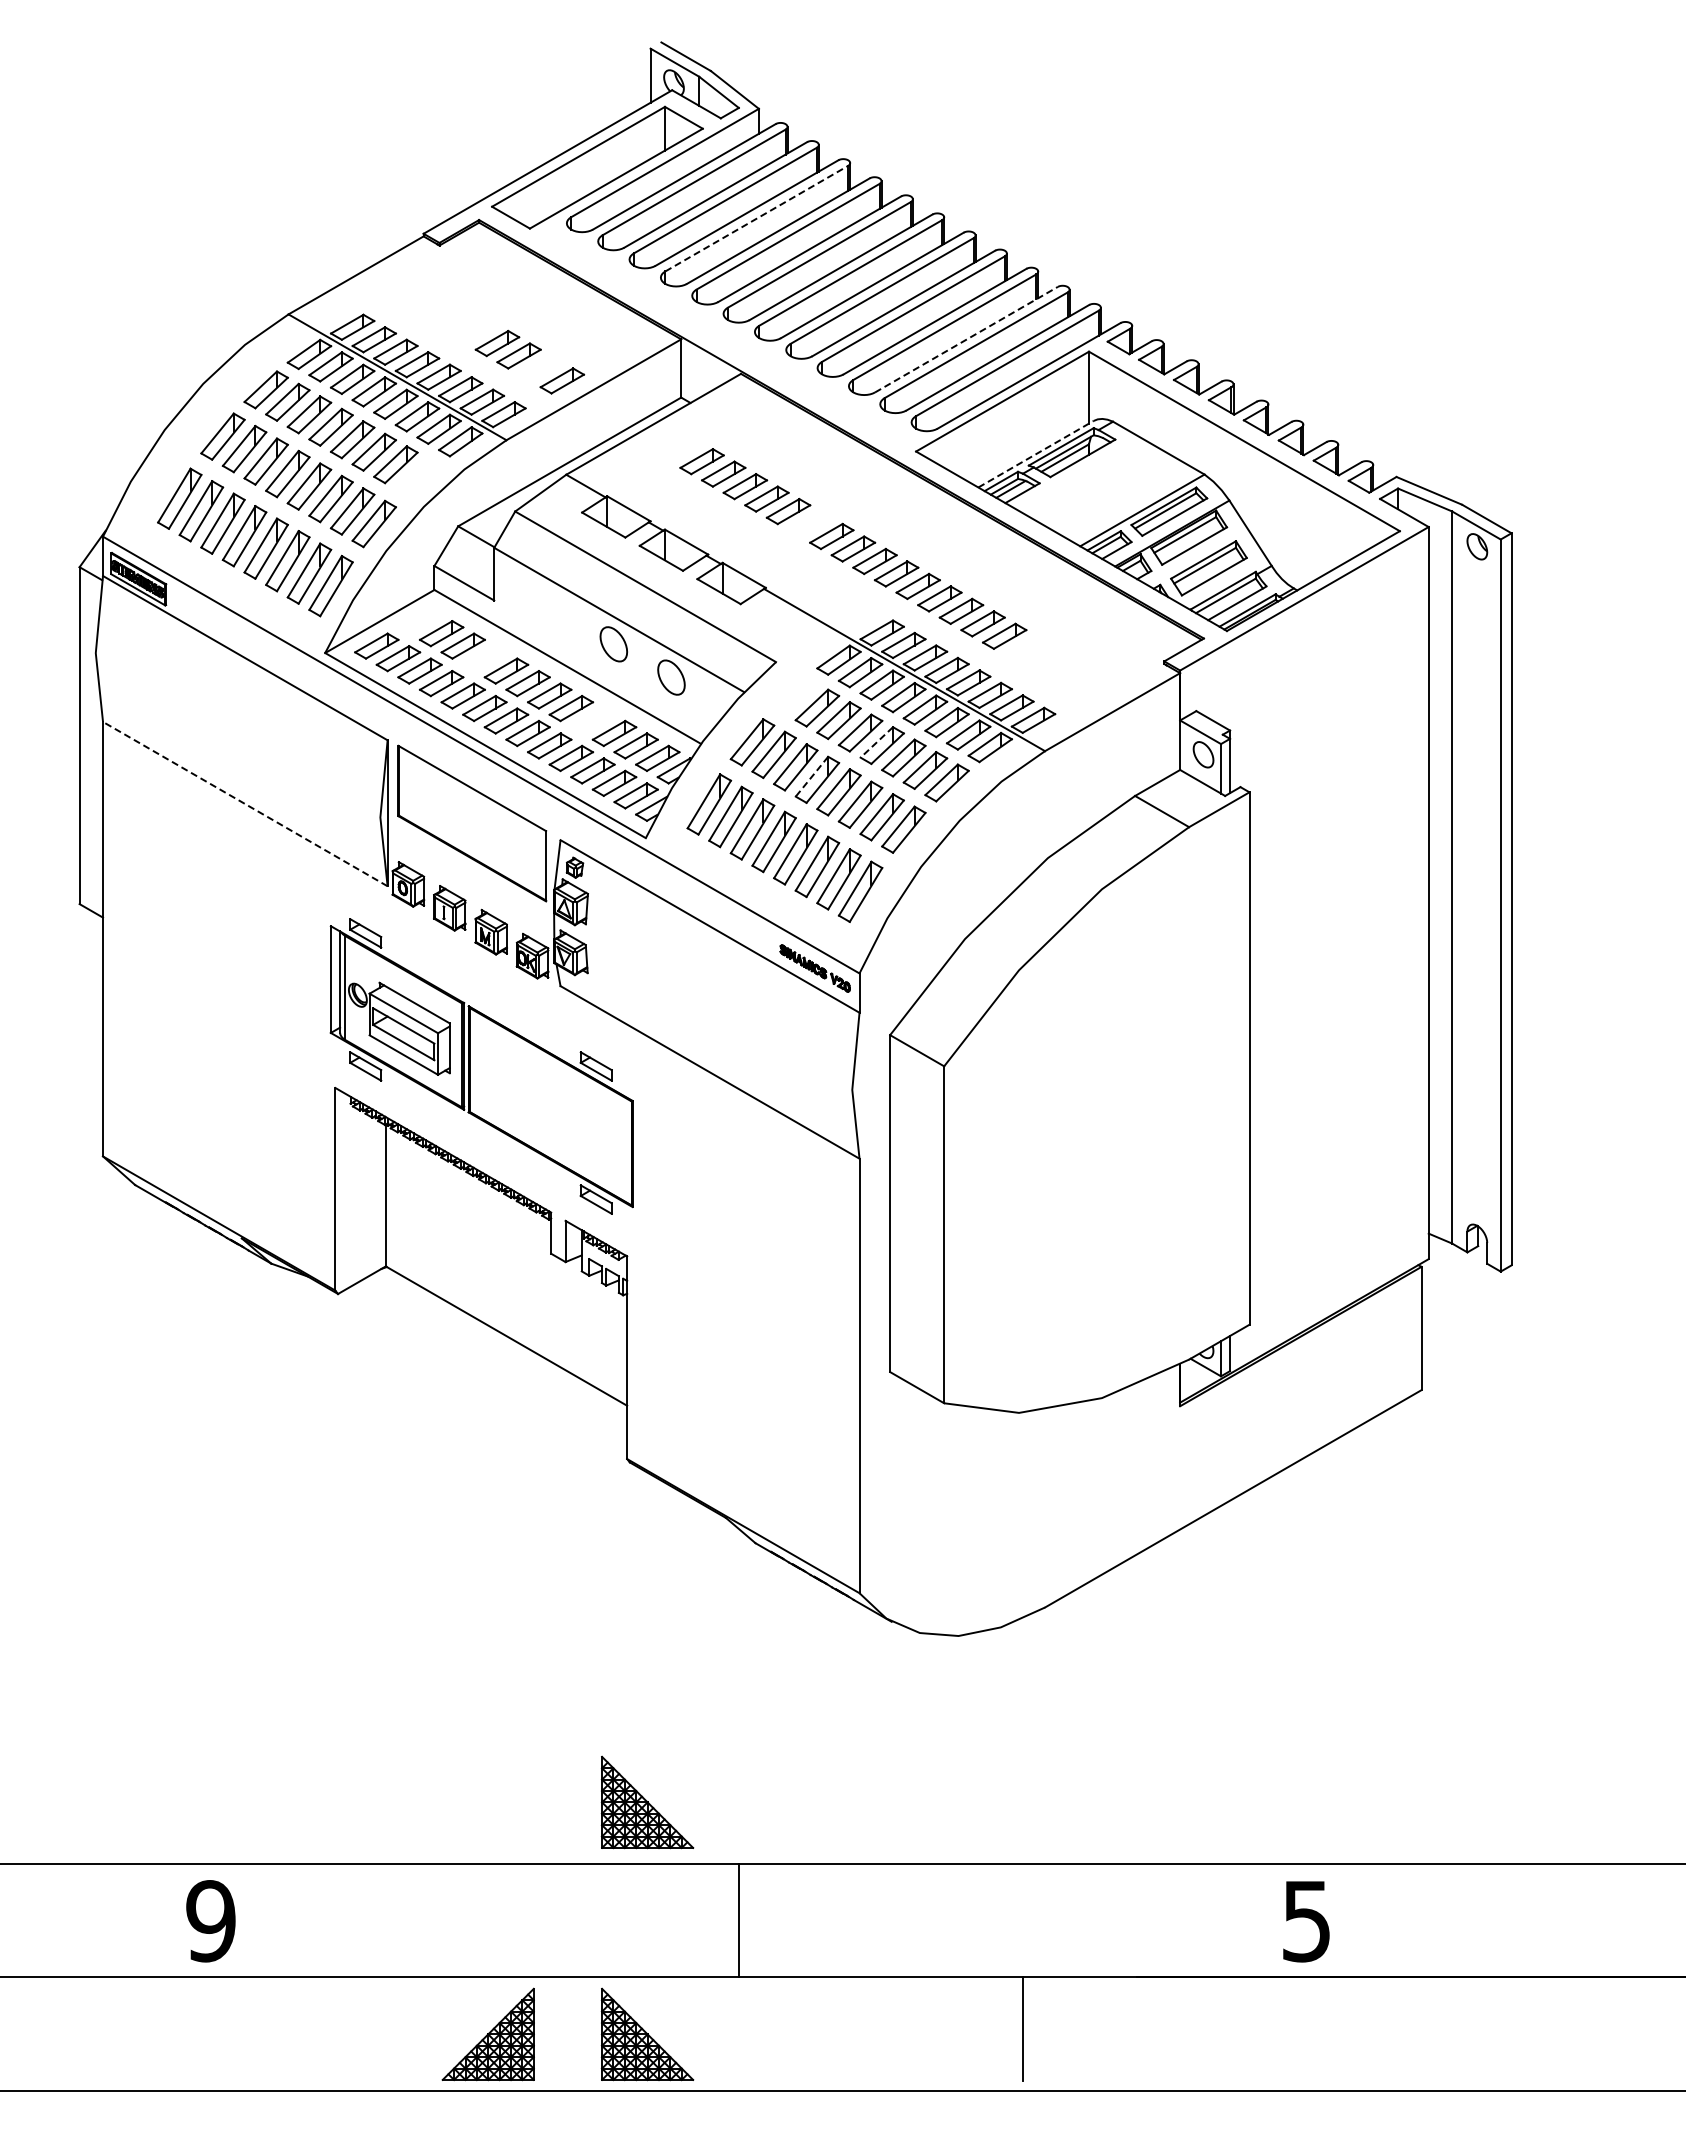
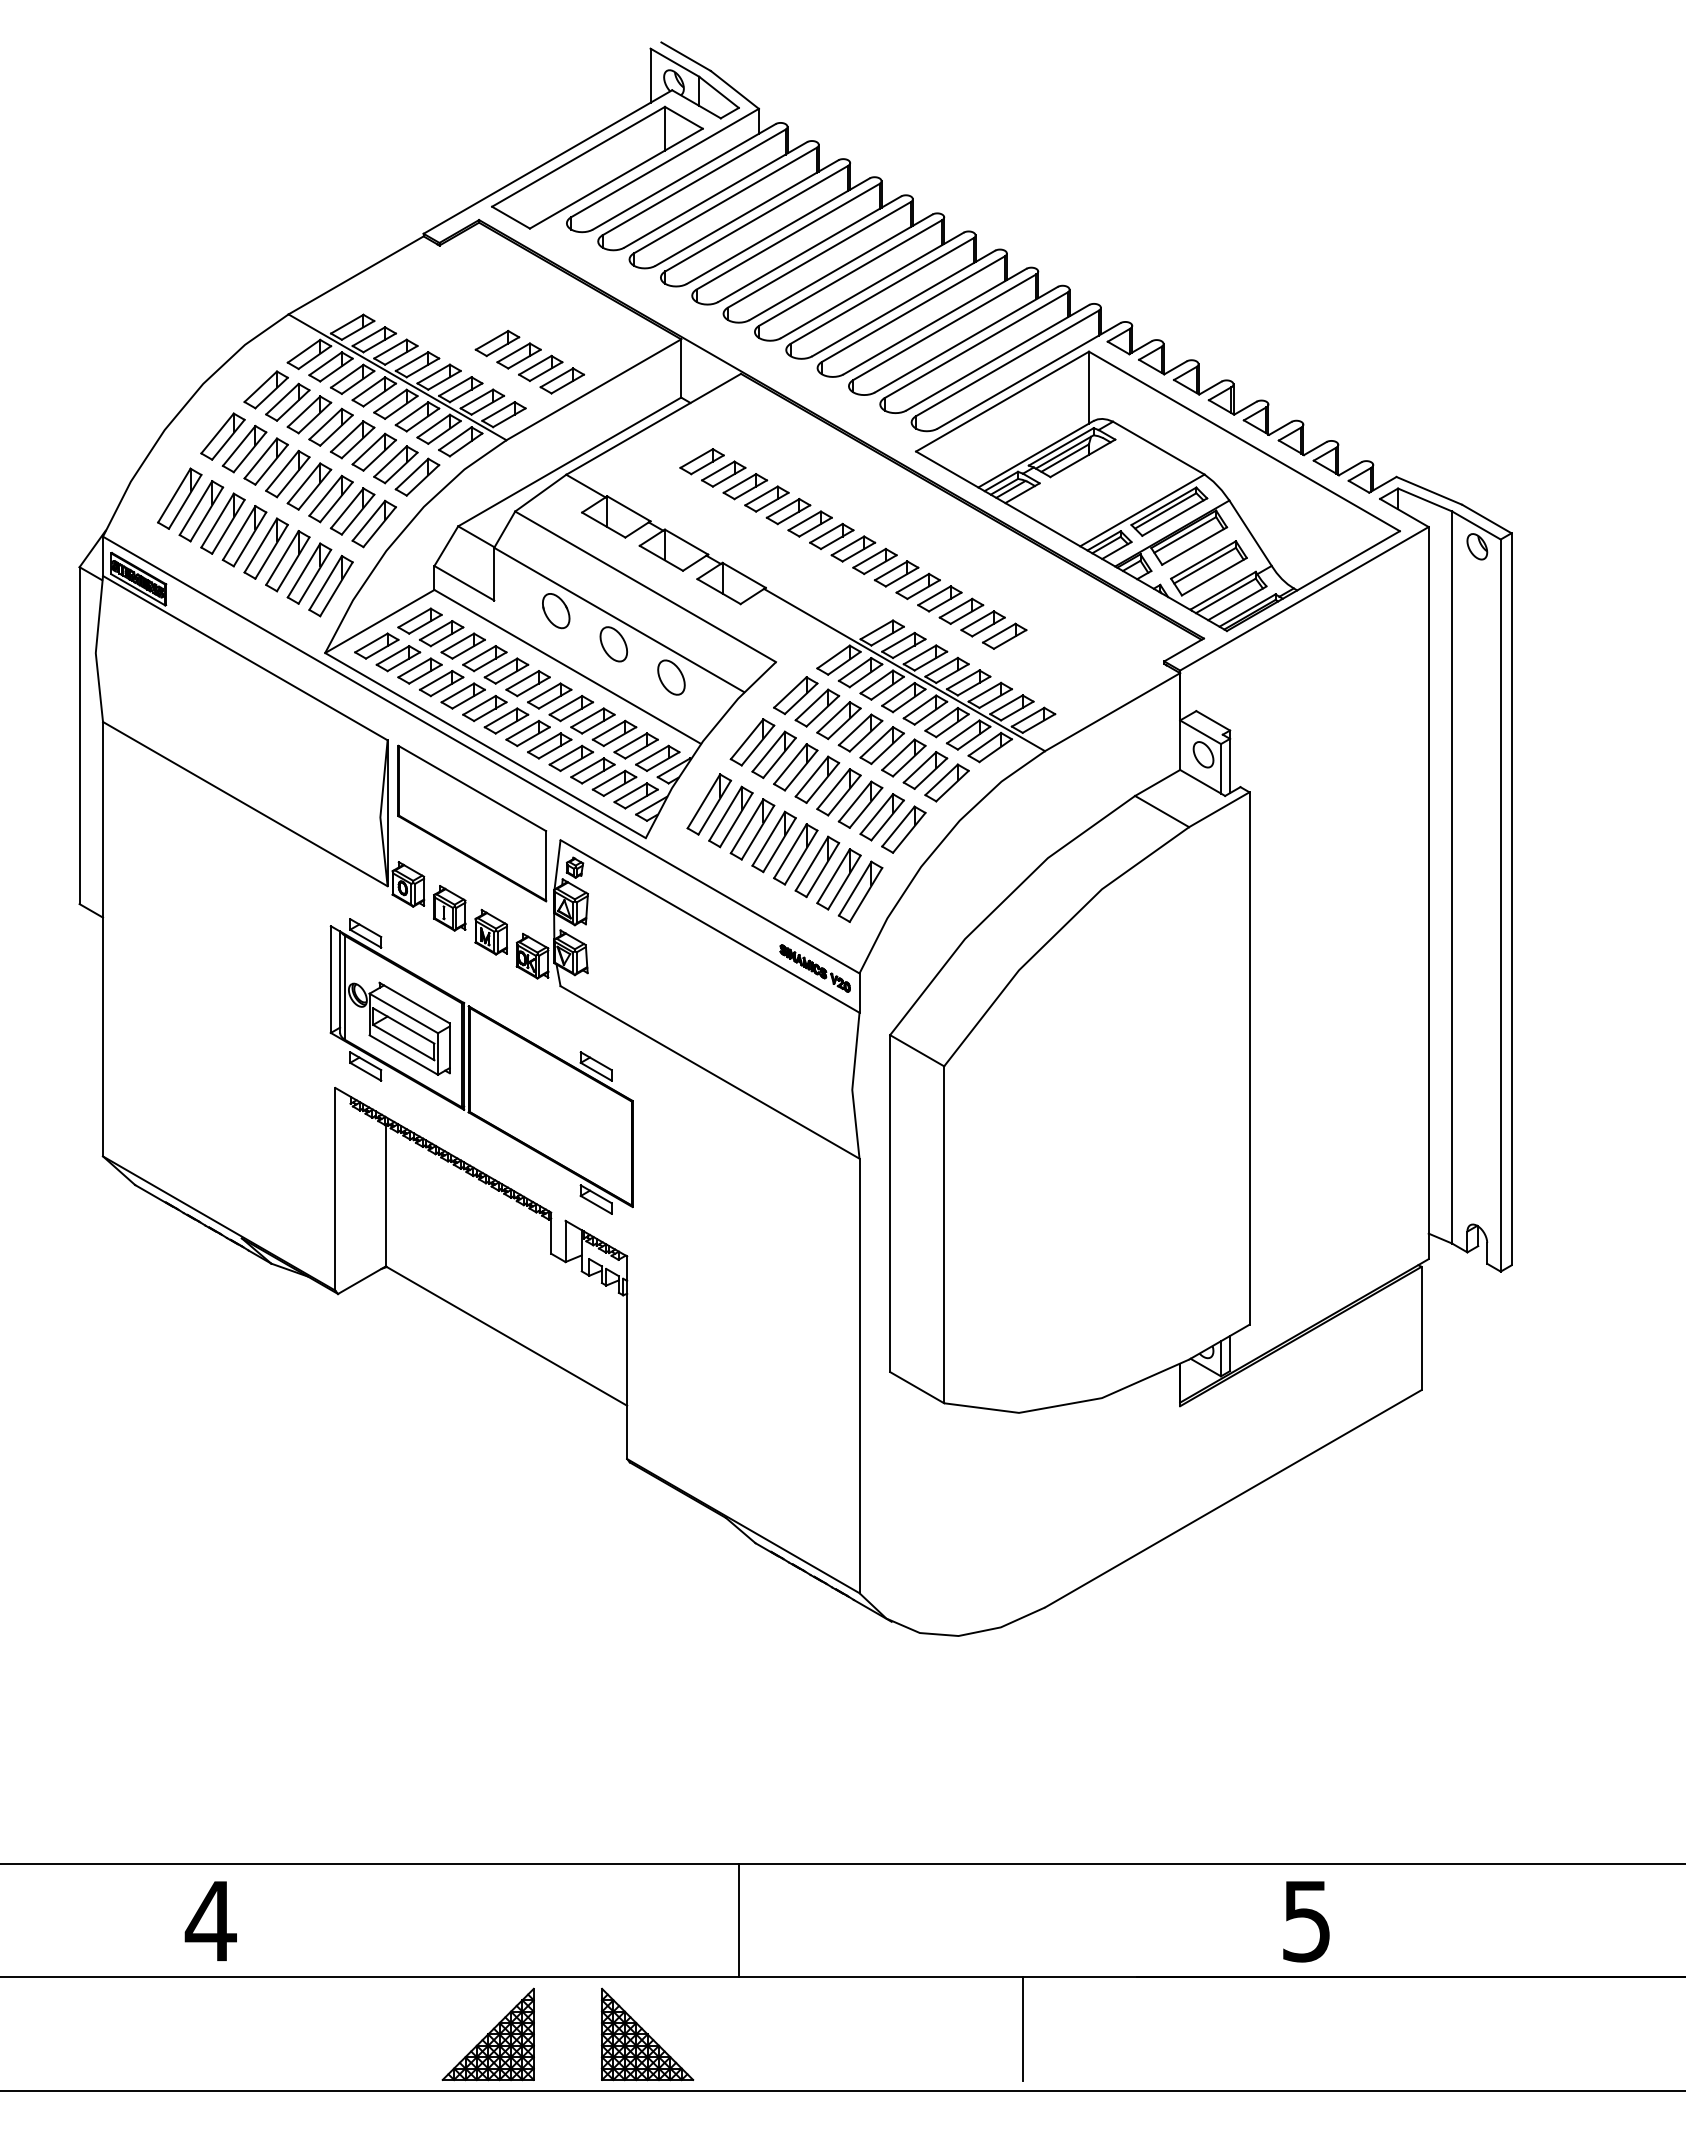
line at (756, 218): dashed -> solid
line at (966, 339): dashed -> solid
part at (540, 367): none -> present
line at (1036, 454): dashed -> solid
part at (417, 476): none -> present
part at (809, 523): none -> present
part at (556, 611): none -> present
part at (419, 620): none -> present
part at (484, 658): none -> present
part at (795, 695): none -> present
part at (592, 720): none -> present
line at (876, 742): dashed -> solid
line at (811, 776): dashed -> solid
line at (244, 803): dashed -> solid
part at (647, 1802): present -> none
text at (210, 1921): 9 -> 4
